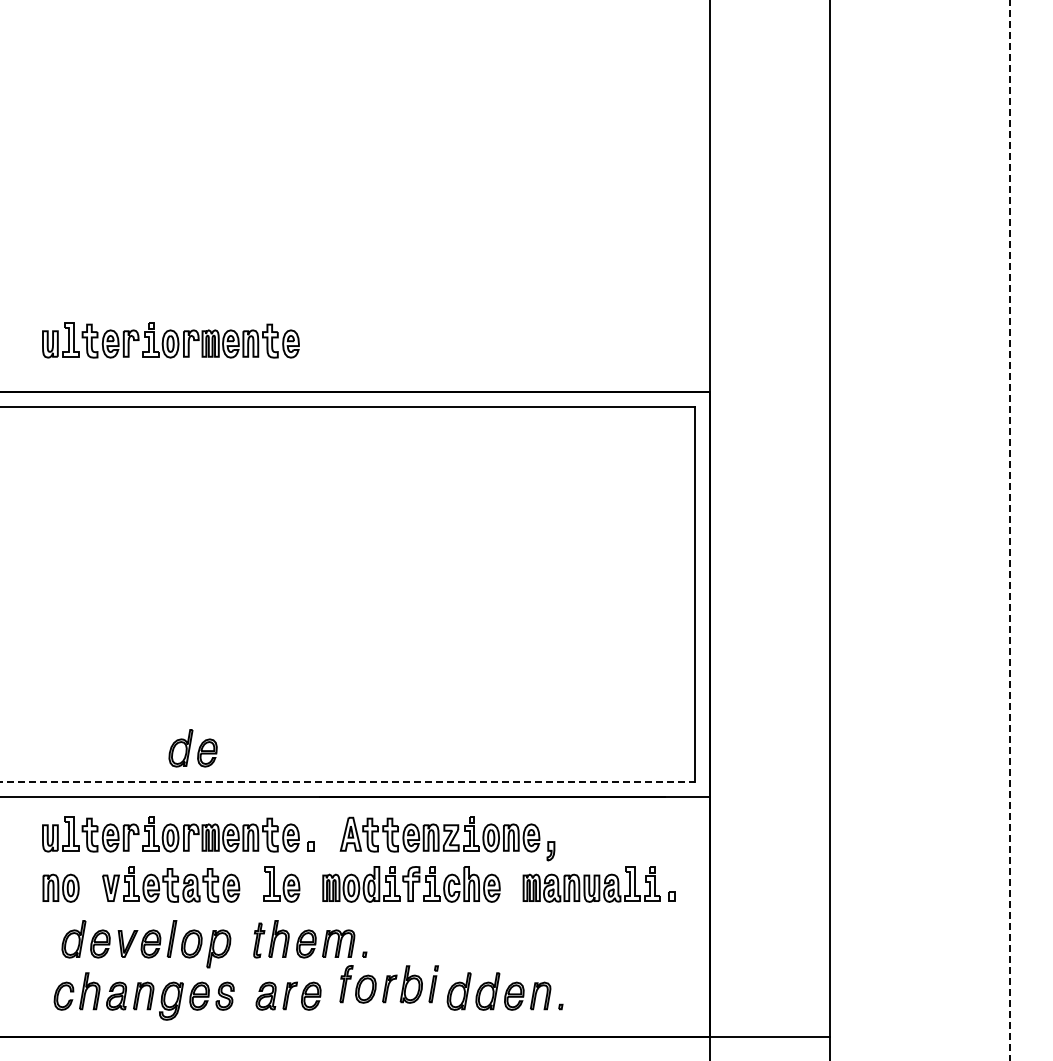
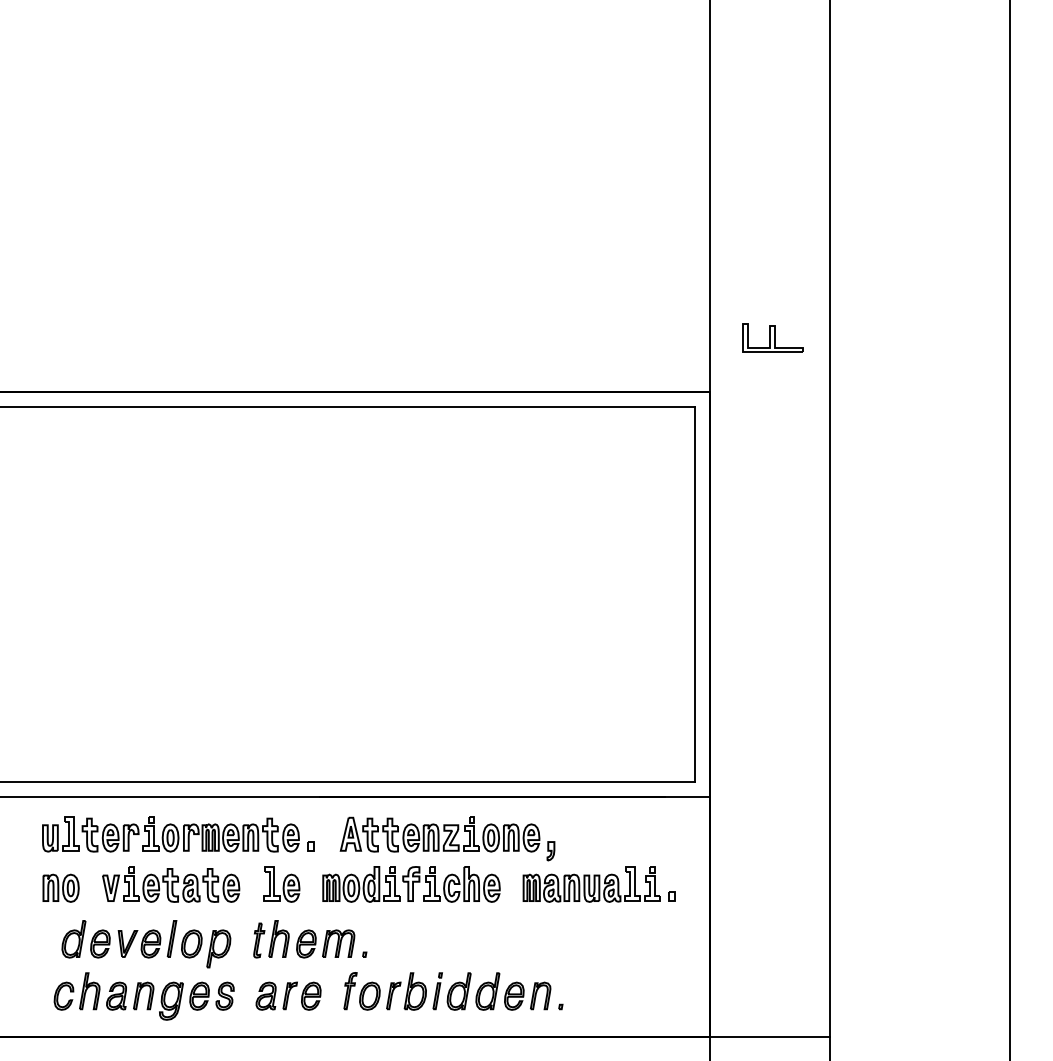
part at (772, 337): none -> present
part at (170, 340): present -> none
line at (1010, 530): dashed -> solid
part at (192, 748): present -> none
line at (348, 781): dashed -> solid
part at (388, 984) position: (388, 984) -> (392, 991)
